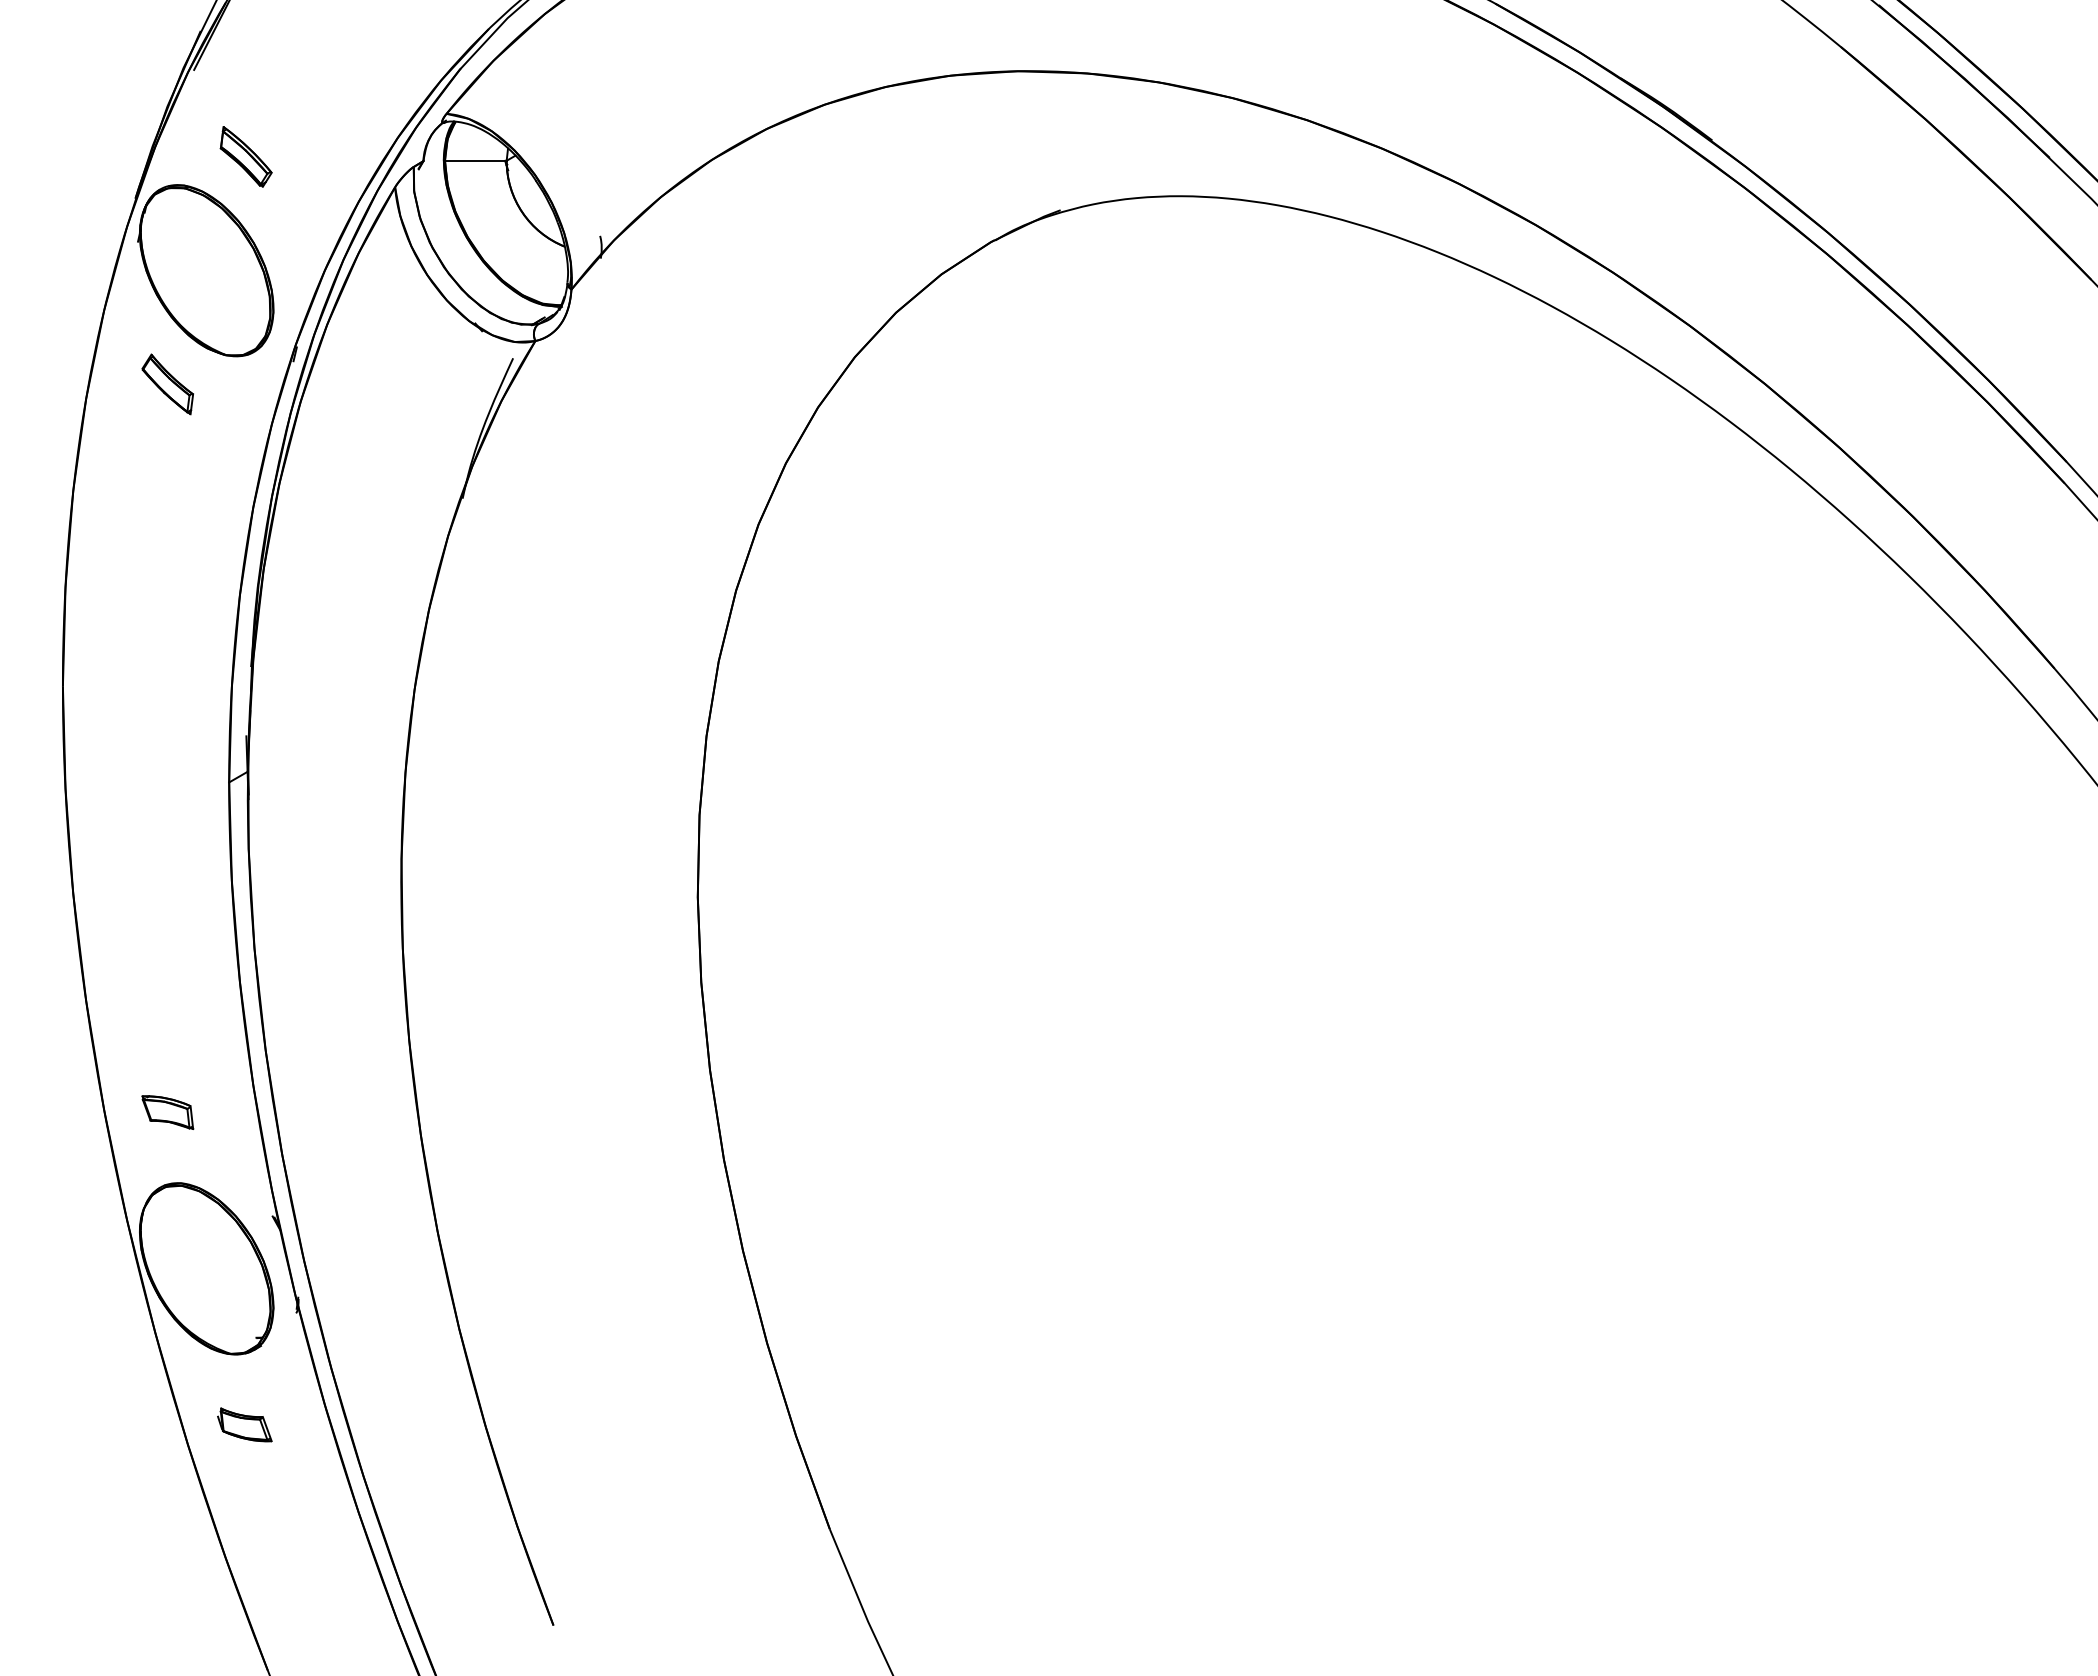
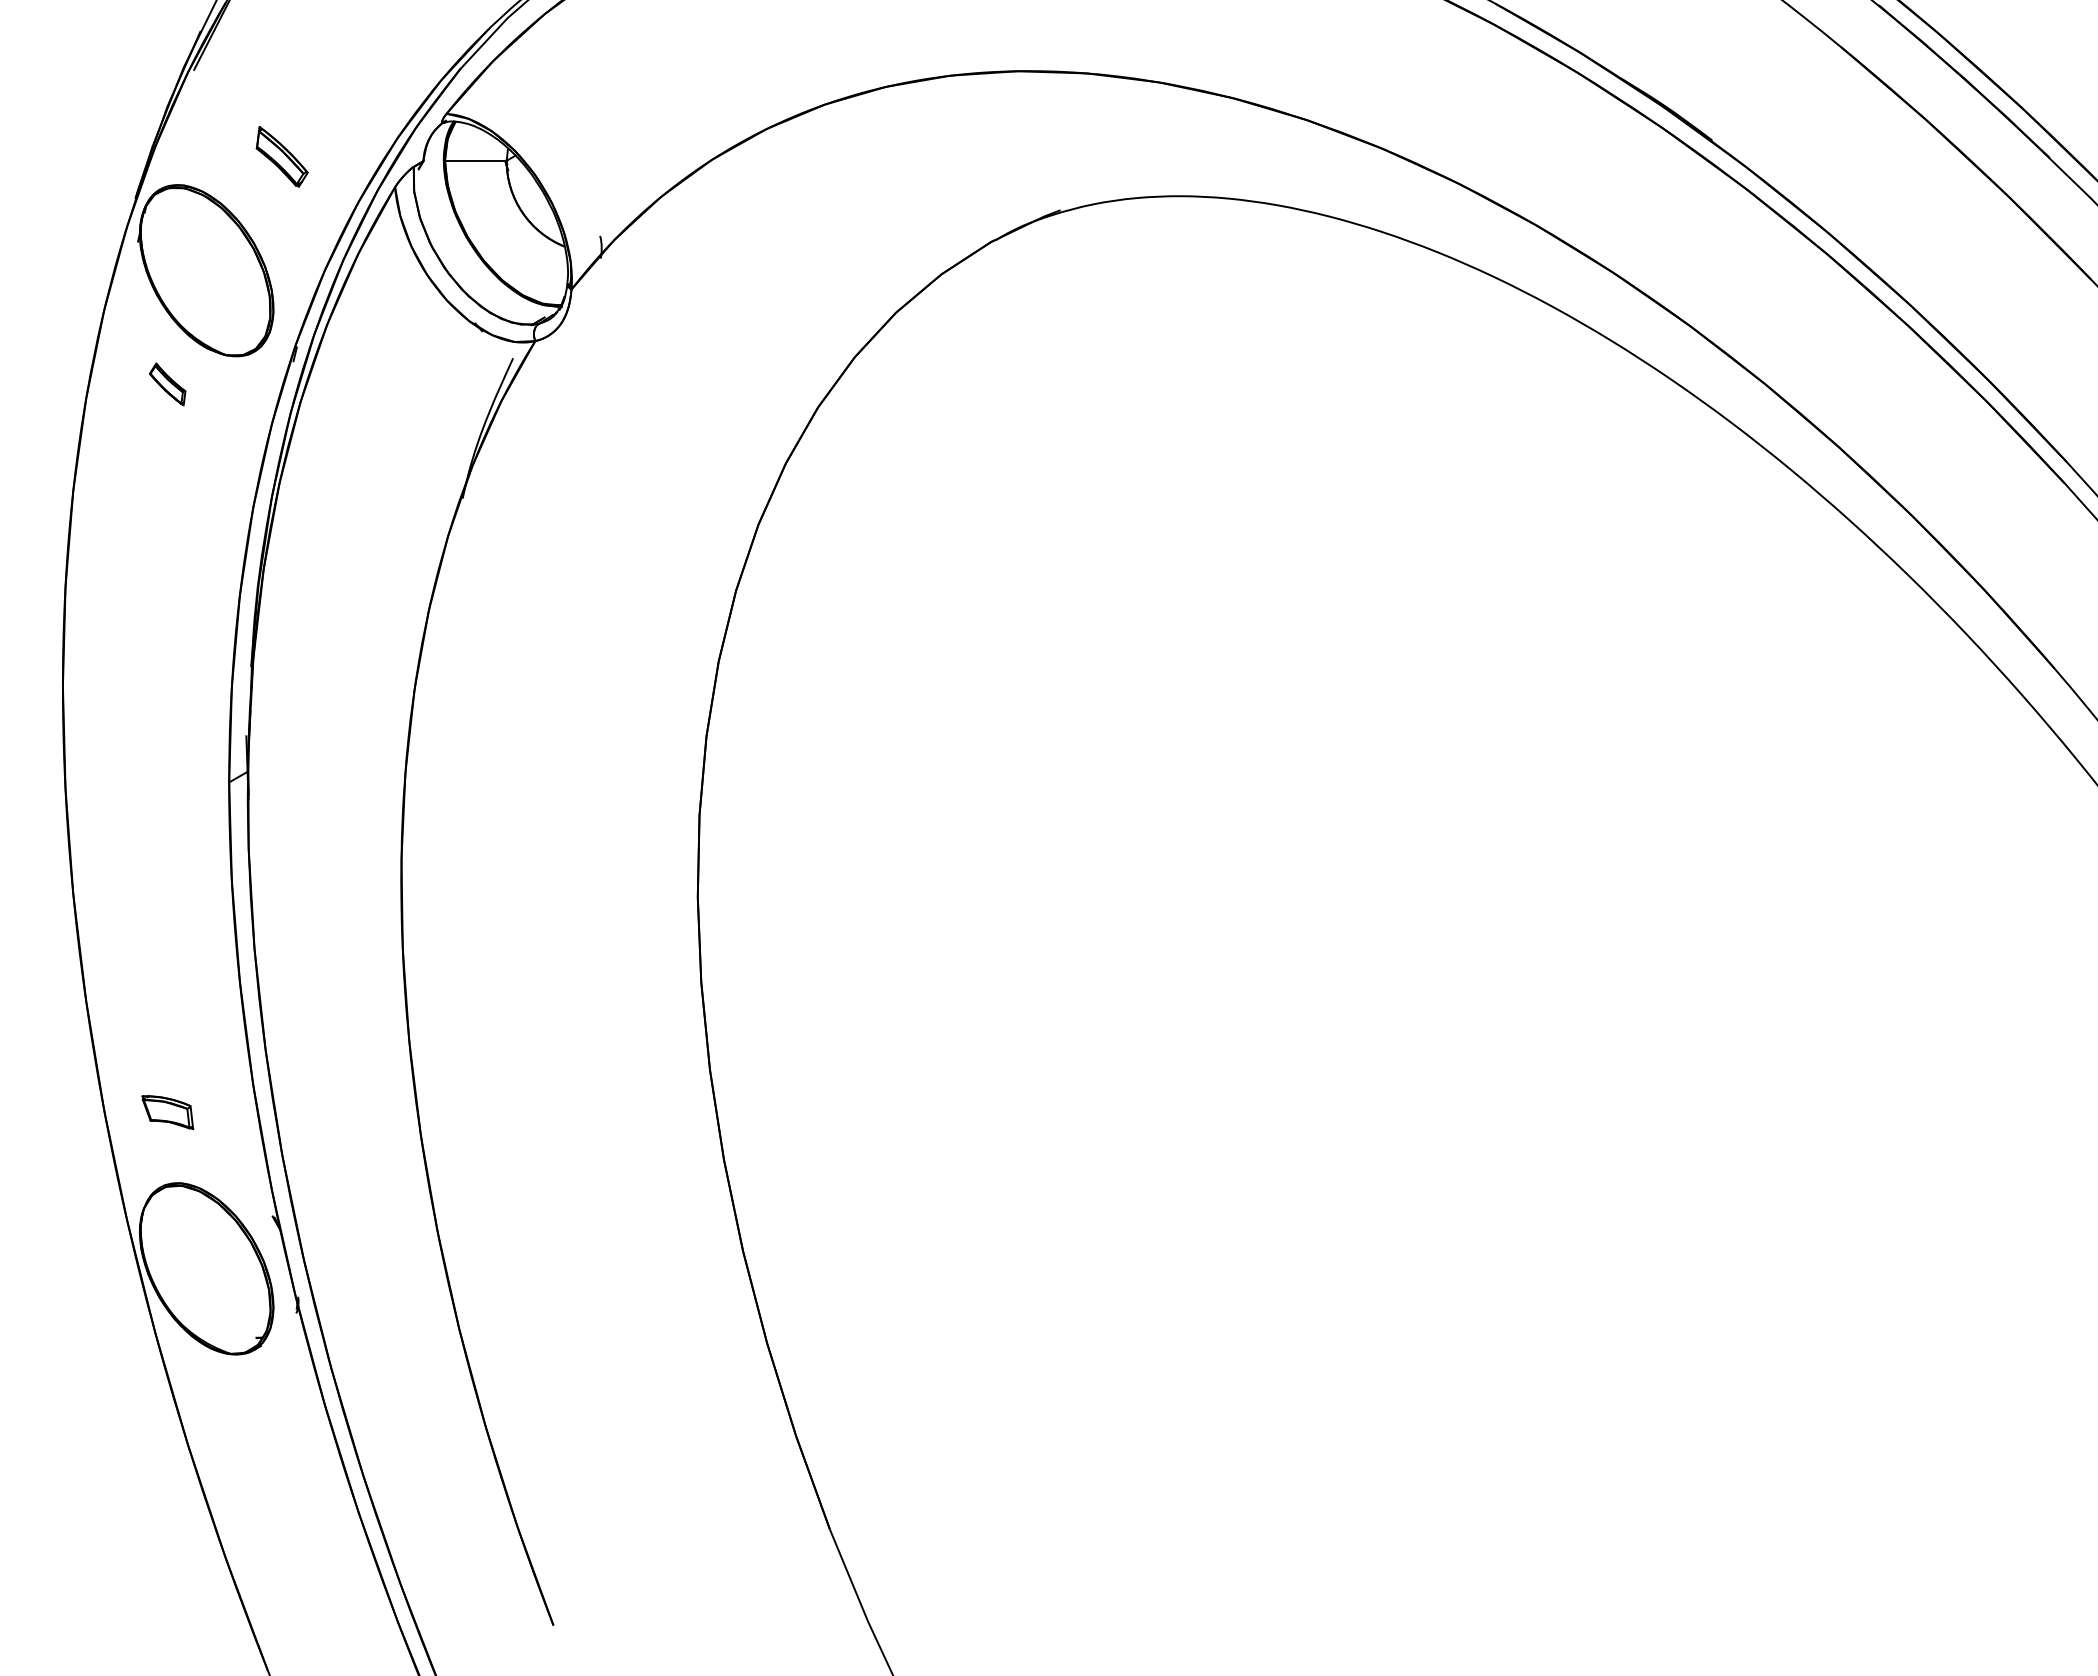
part at (245, 156) position: (245, 156) -> (281, 156)
part at (167, 384) size: 53x63 px -> 38x45 px
part at (244, 1424): present -> none
